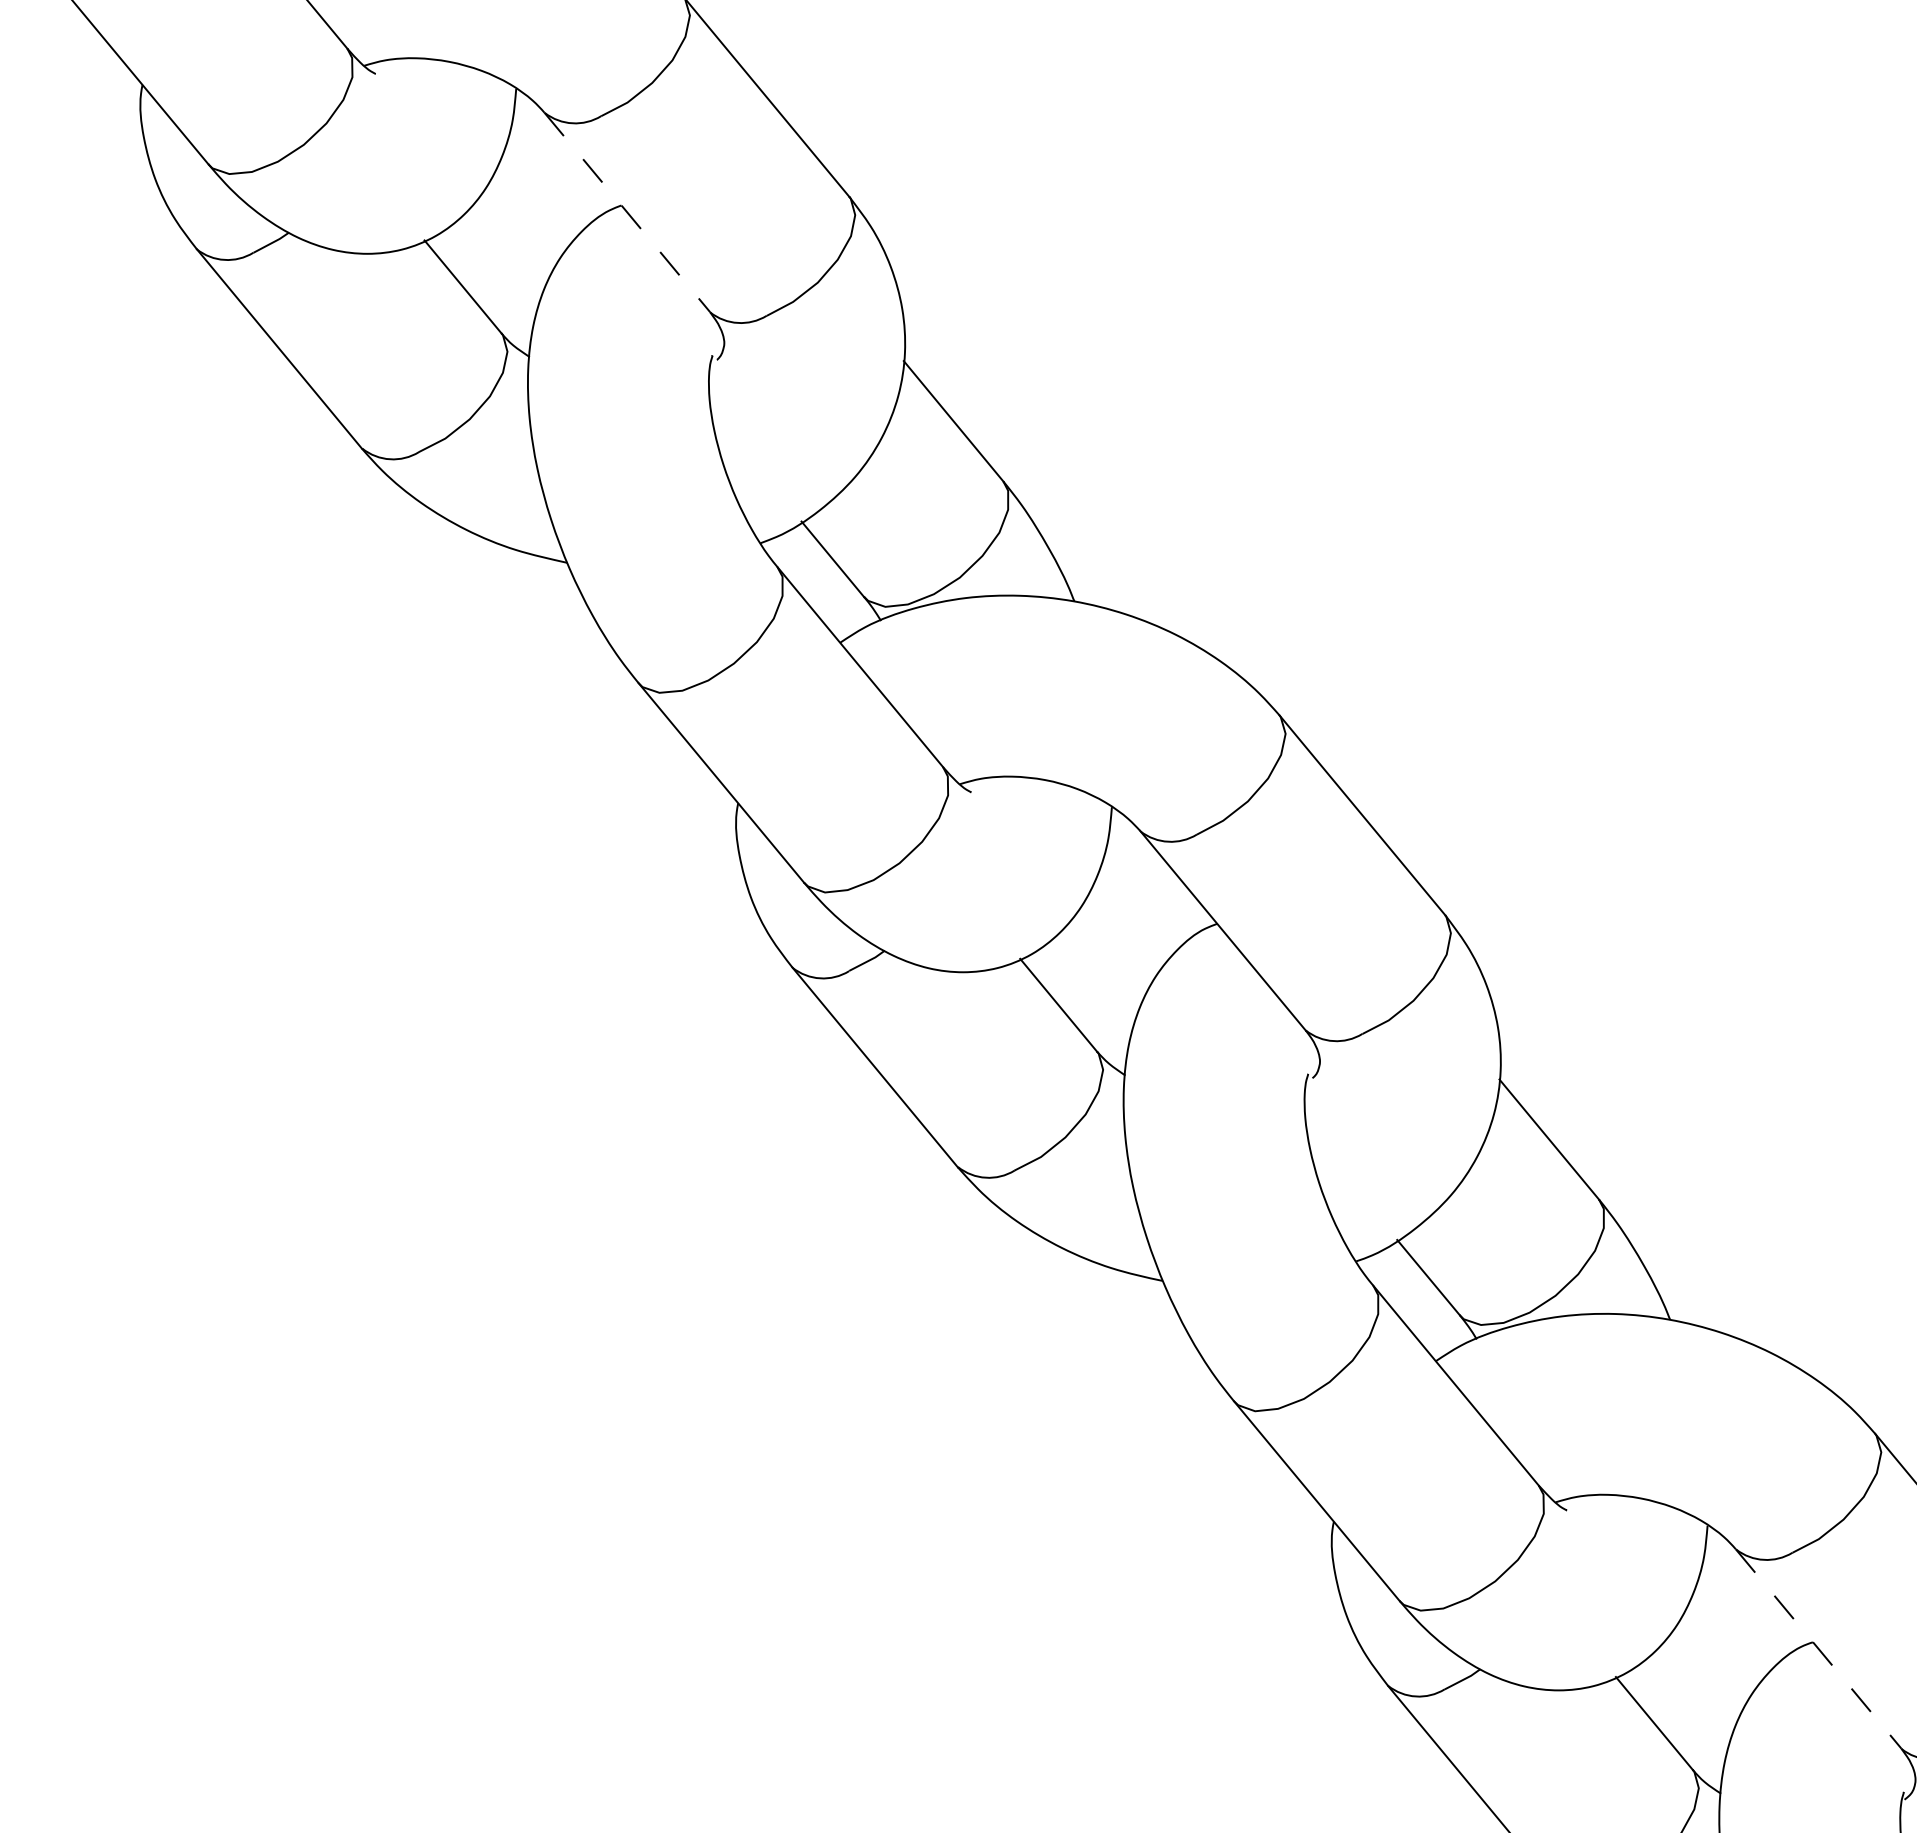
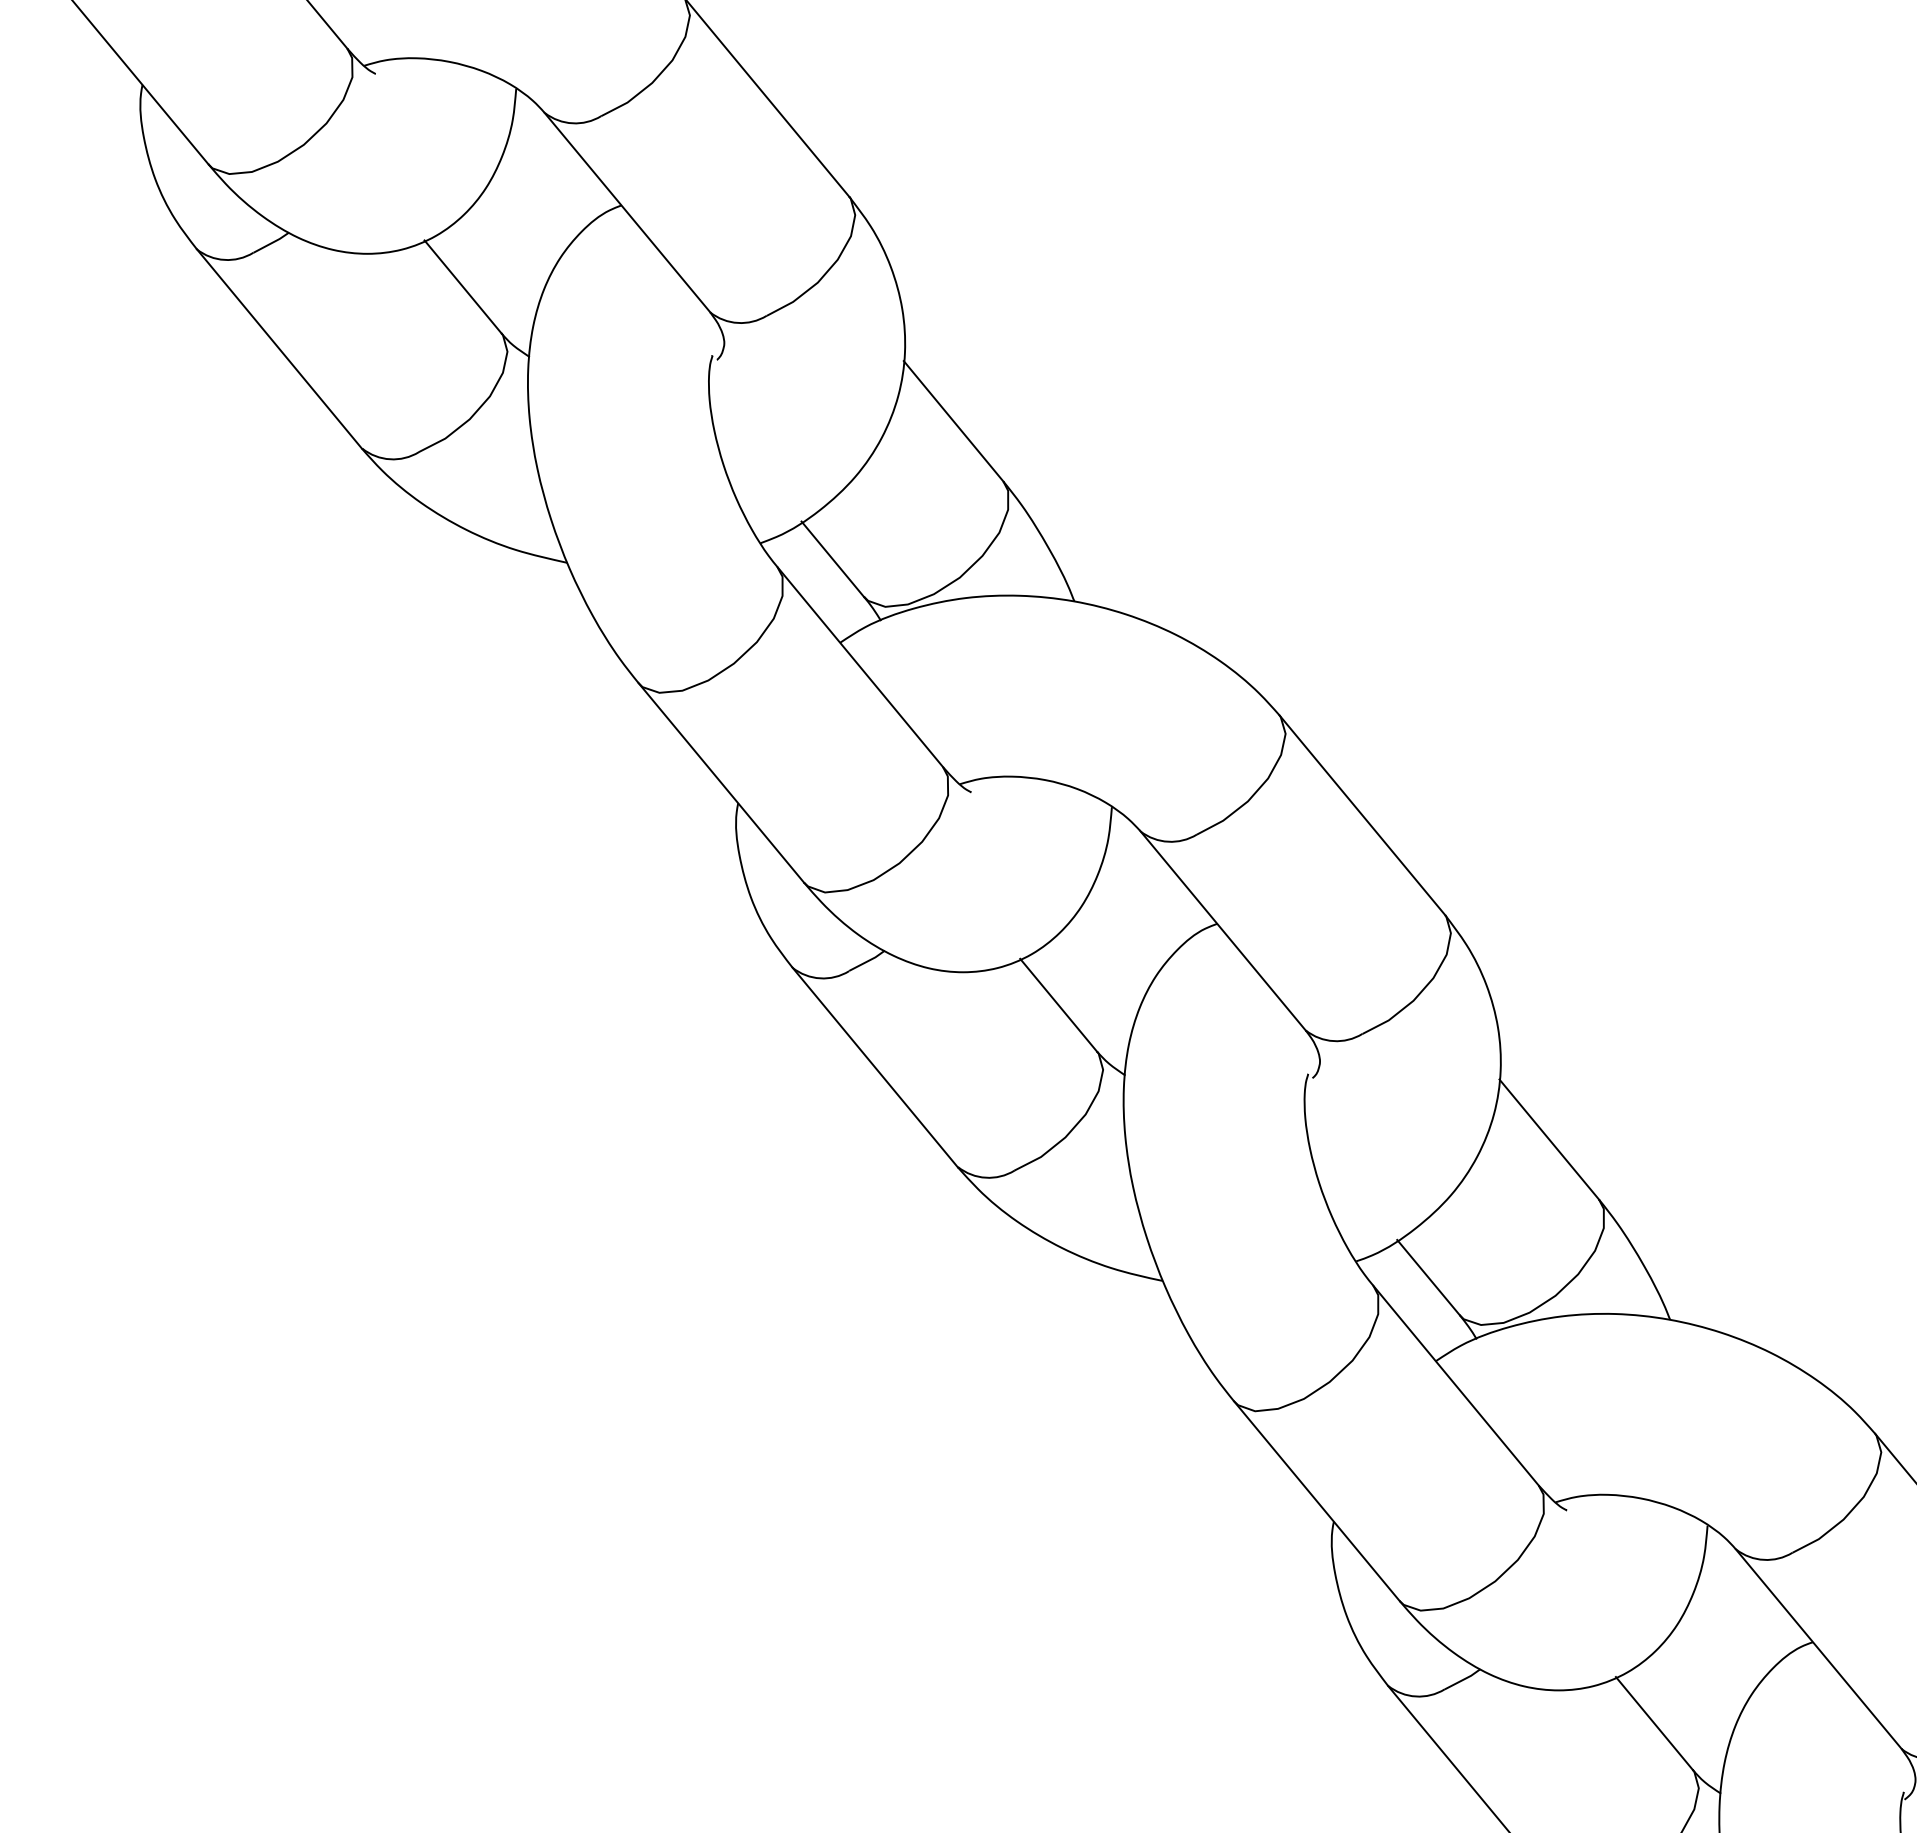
line at (627, 212): dashed -> solid
line at (1818, 1649): dashed -> solid
